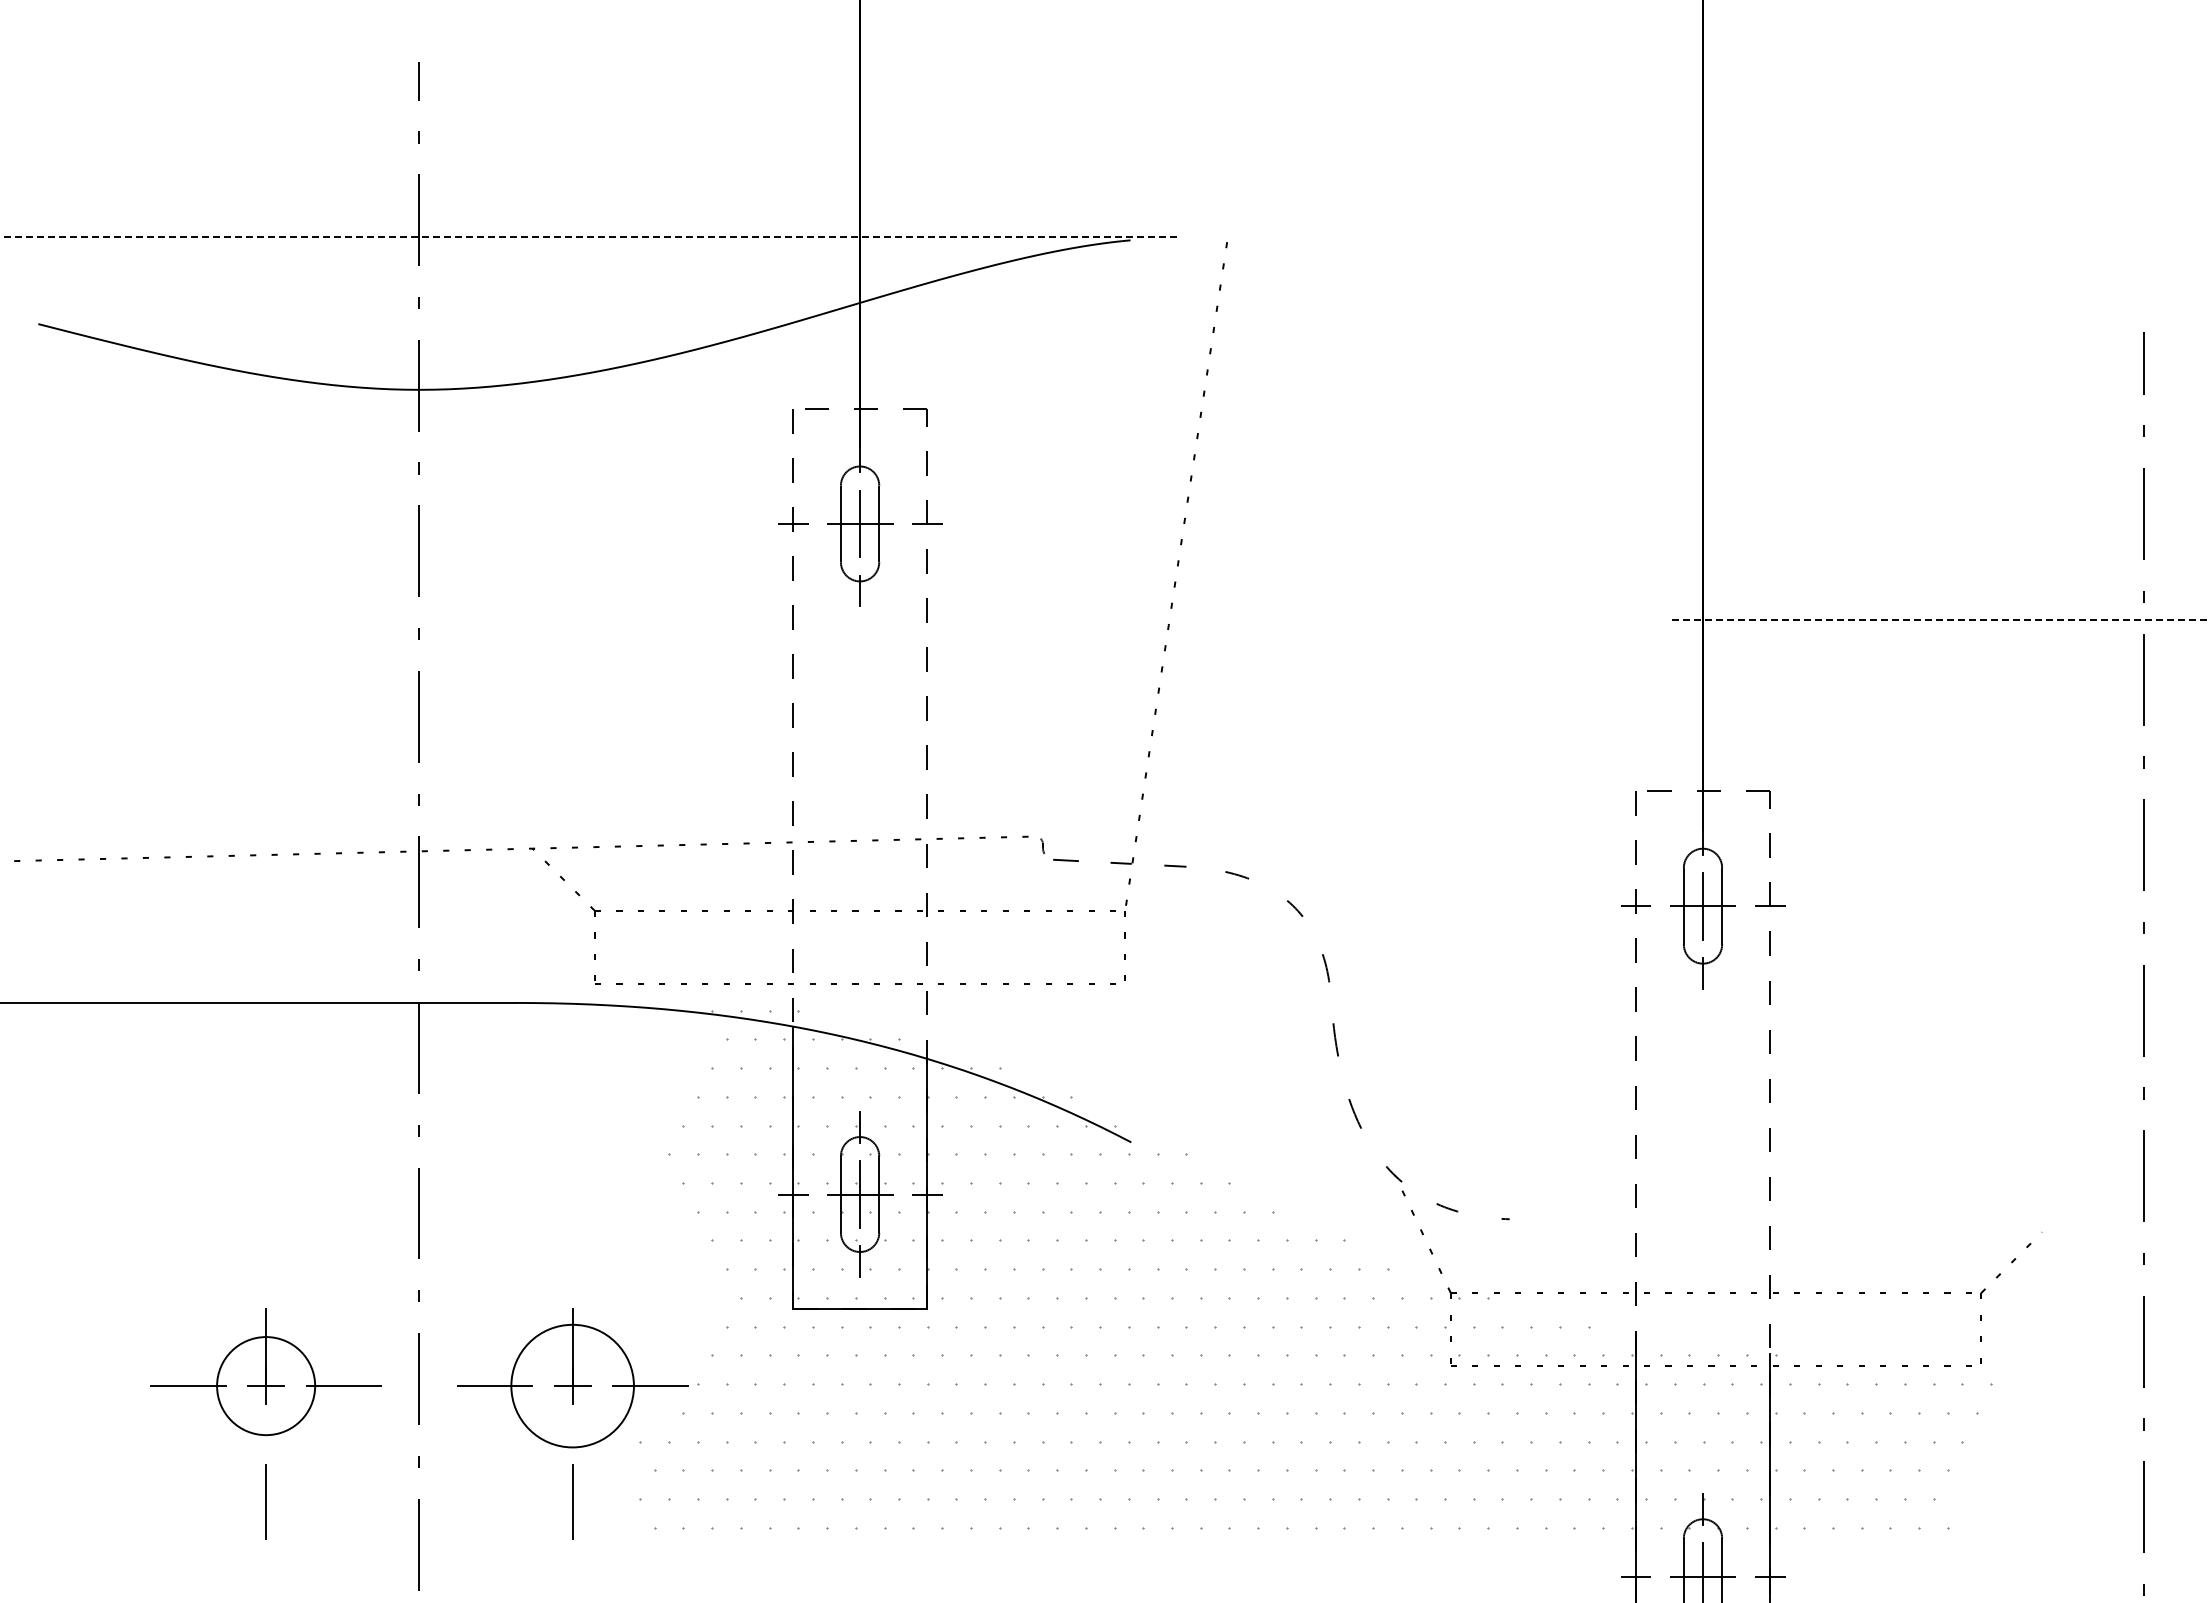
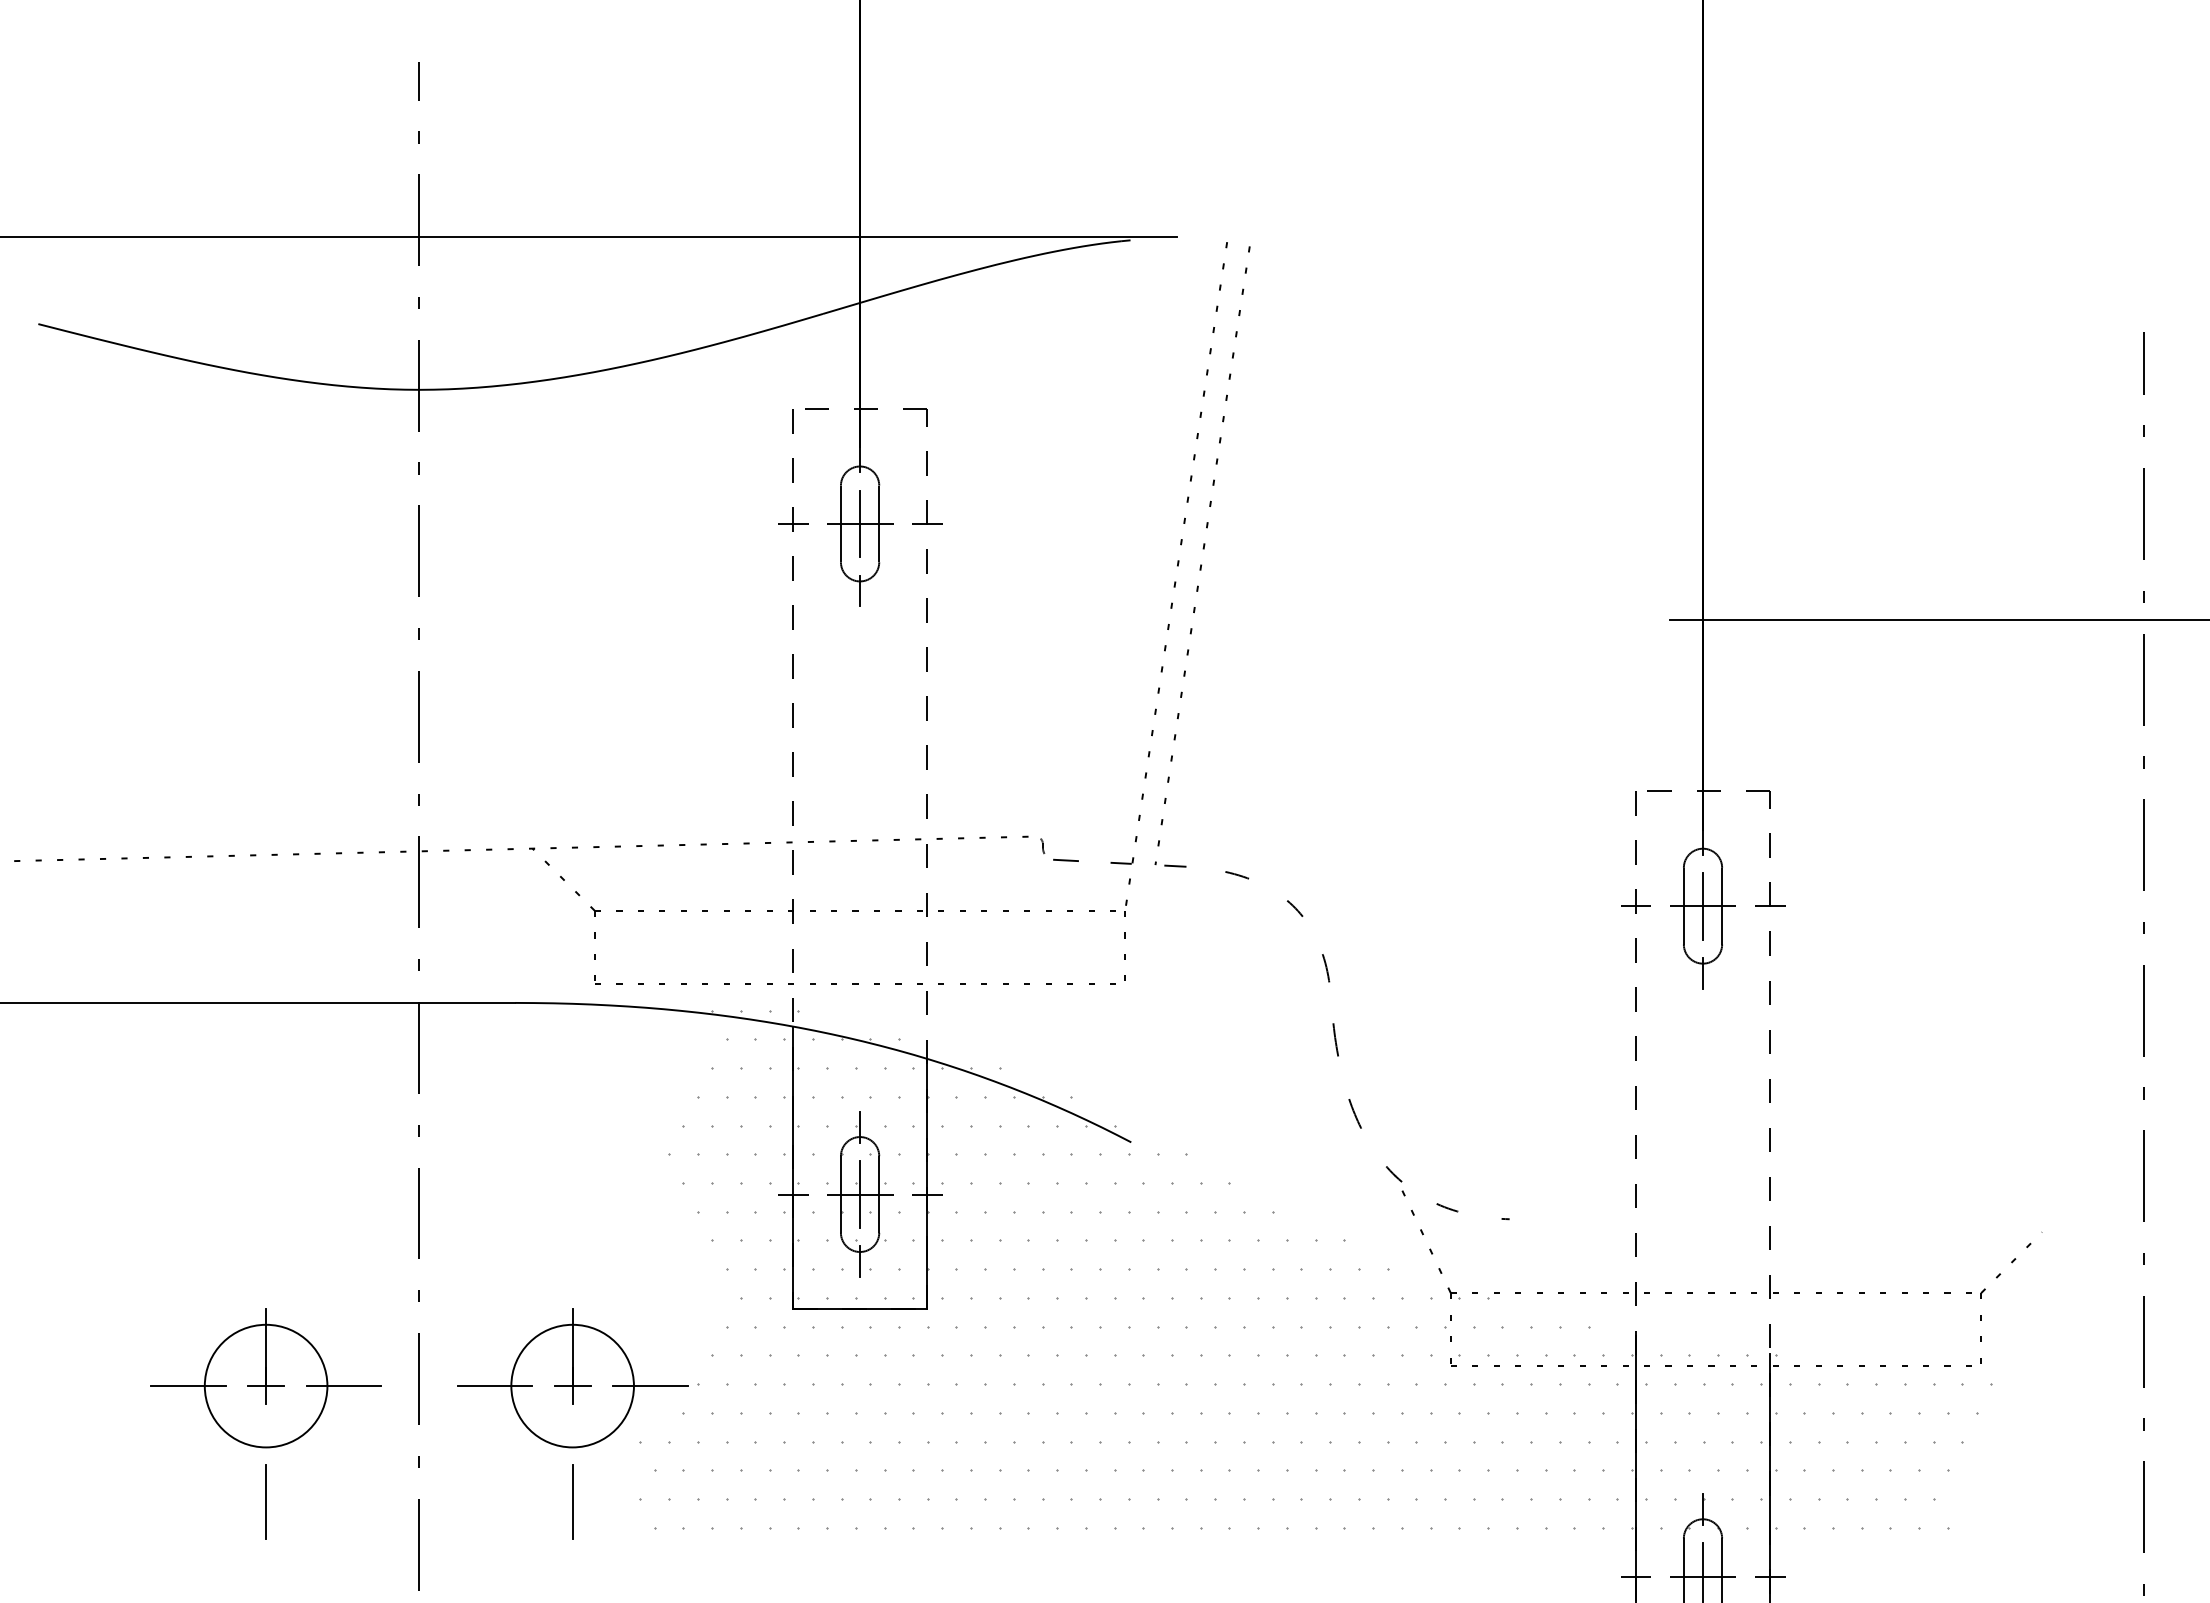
line at (588, 236): dashed -> solid
line at (1203, 549): none -> present
line at (1939, 619): dashed -> solid
circle at (266, 1386) diameter: 98 px -> 123 px
